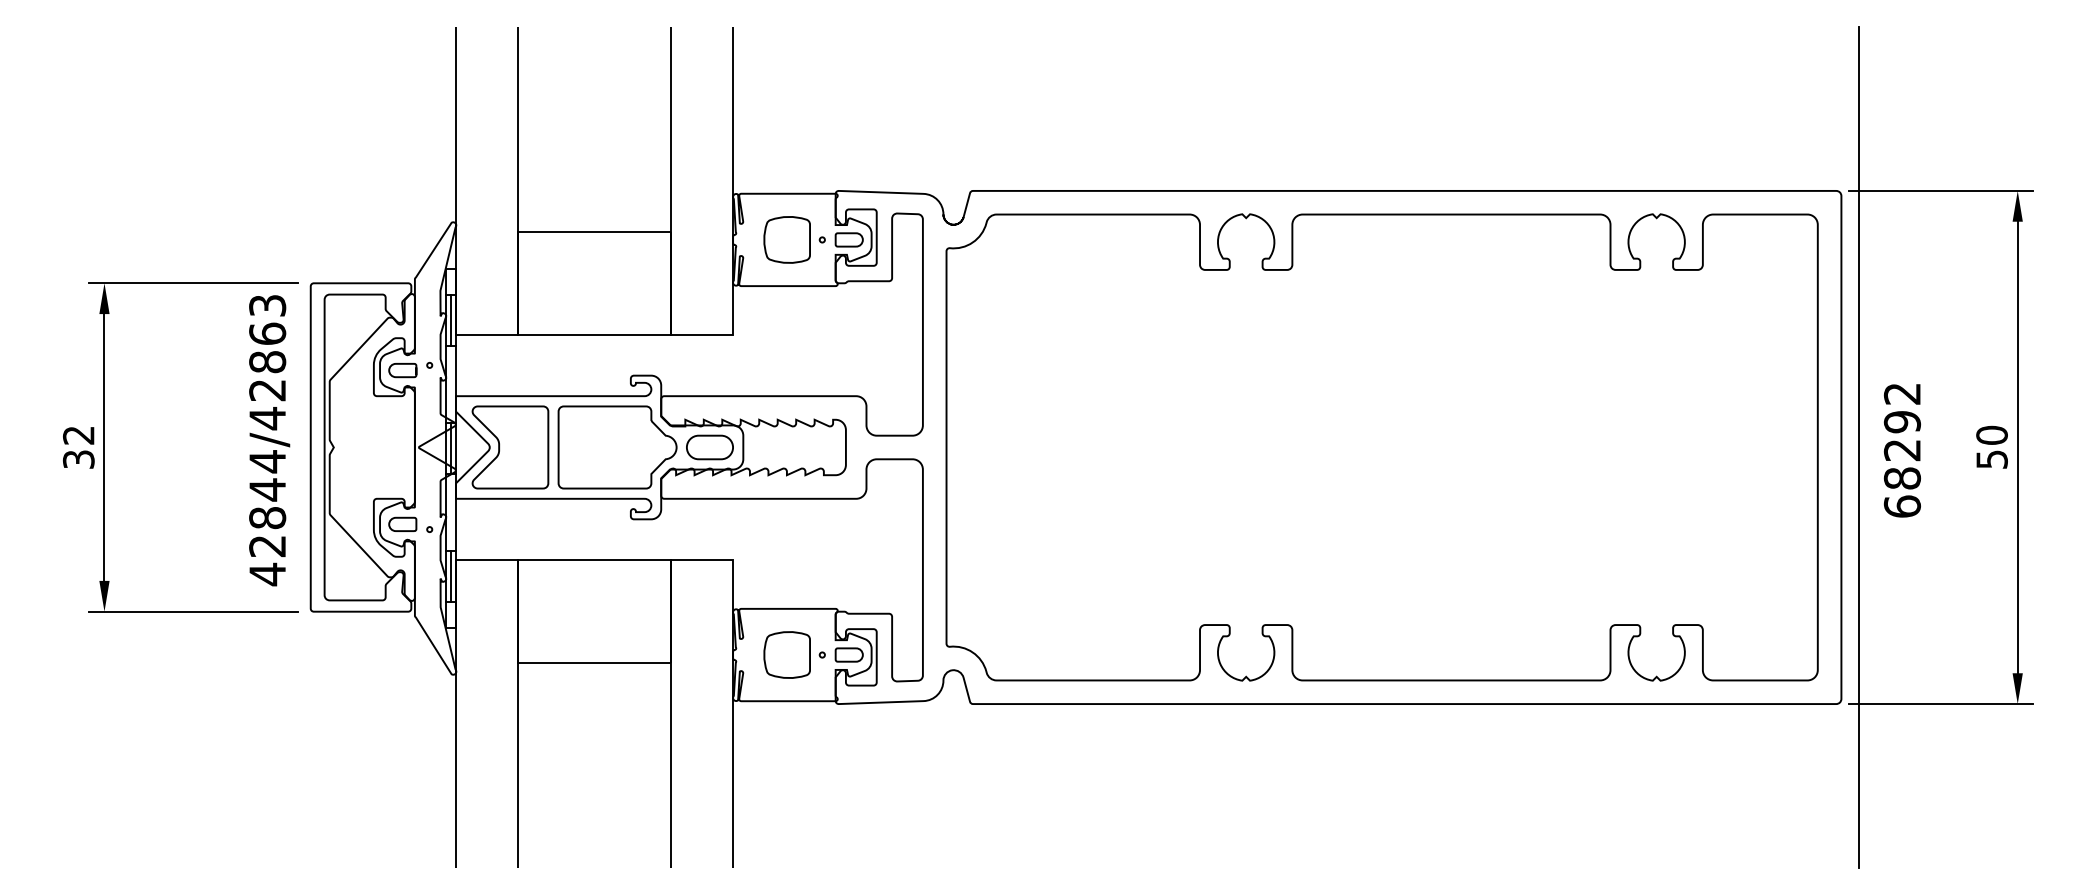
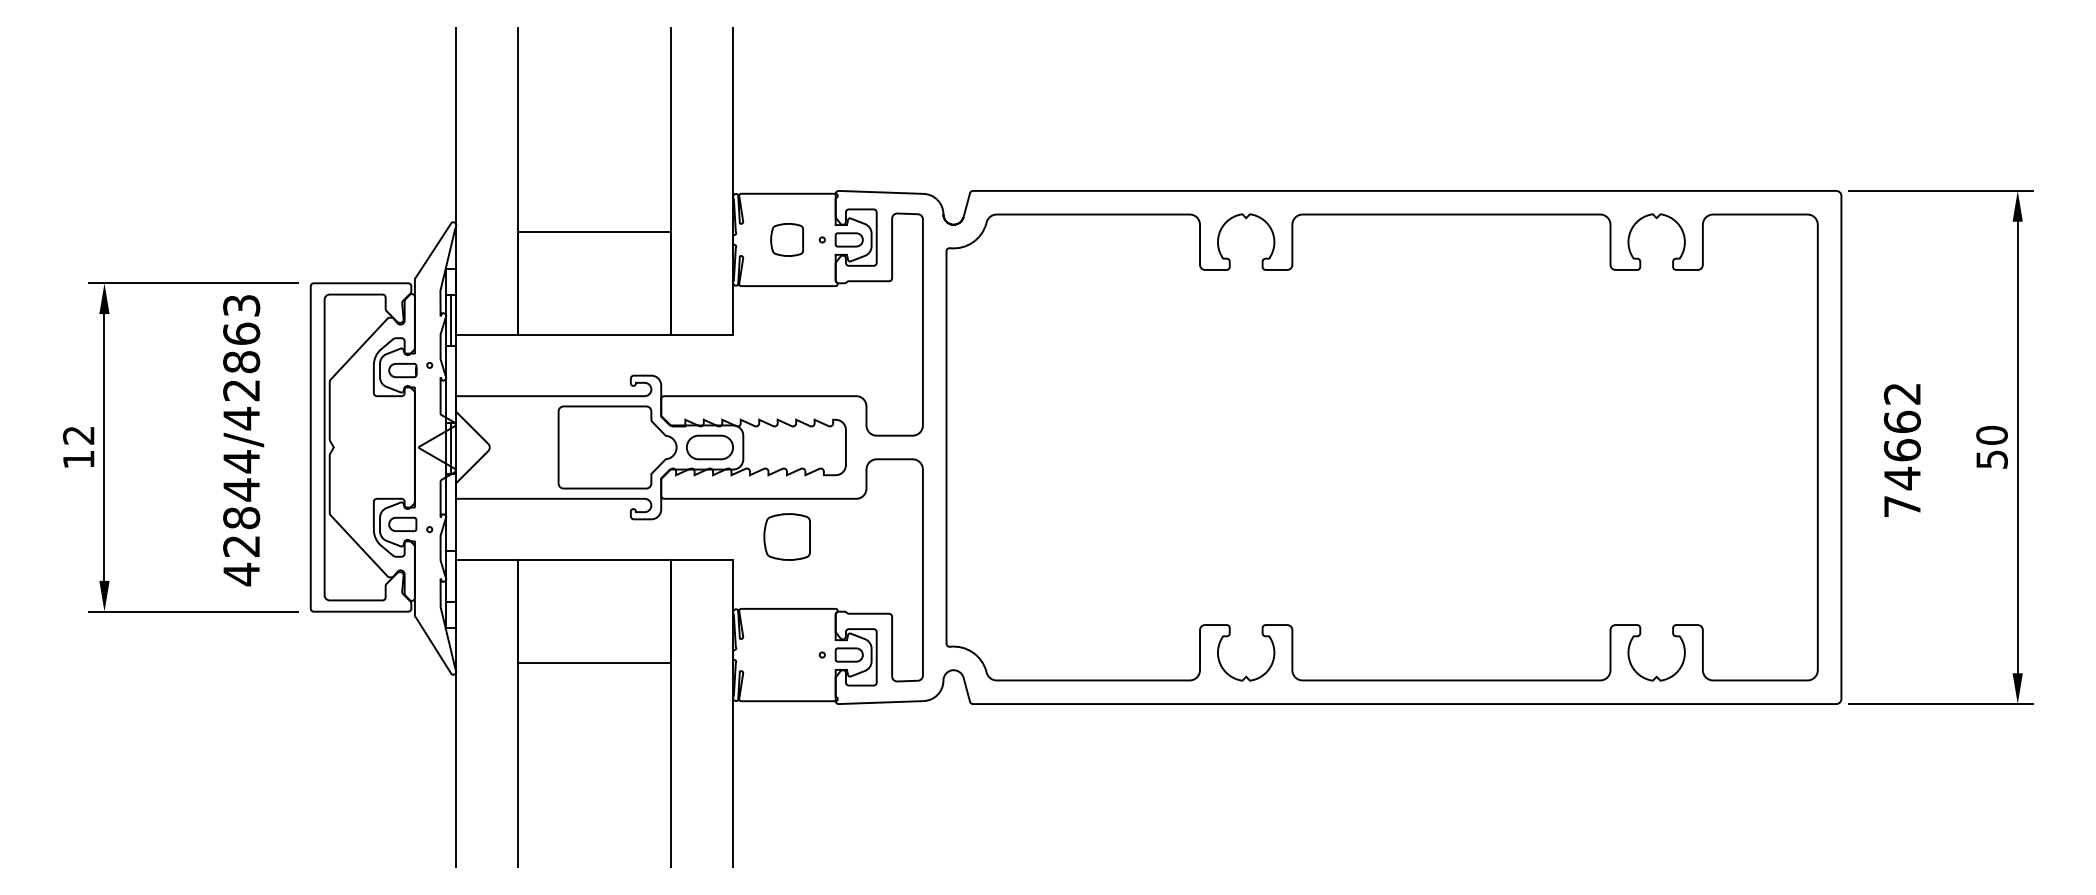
part at (786, 239) size: 48x48 px -> 34x34 px
text at (269, 440) position: (269, 440) -> (243, 440)
part at (510, 447): present -> none
line at (1858, 447): present -> none
text at (78, 459): 32 -> 12
text at (1902, 463): 68292 -> 74662
line at (450, 576): present -> none
part at (786, 654) position: (786, 654) -> (786, 536)
